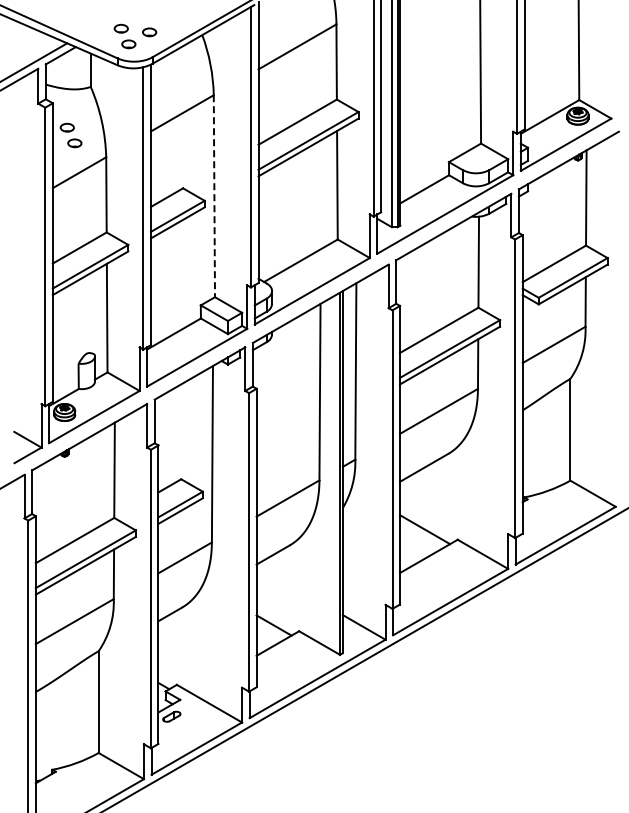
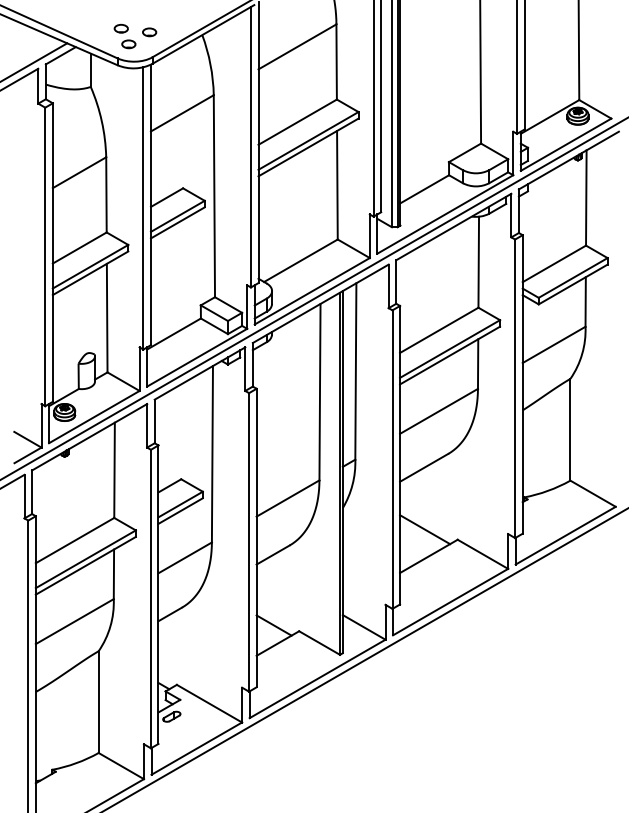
part at (70, 135): present -> none
line at (214, 196): dashed -> solid
line at (313, 298): none -> present
